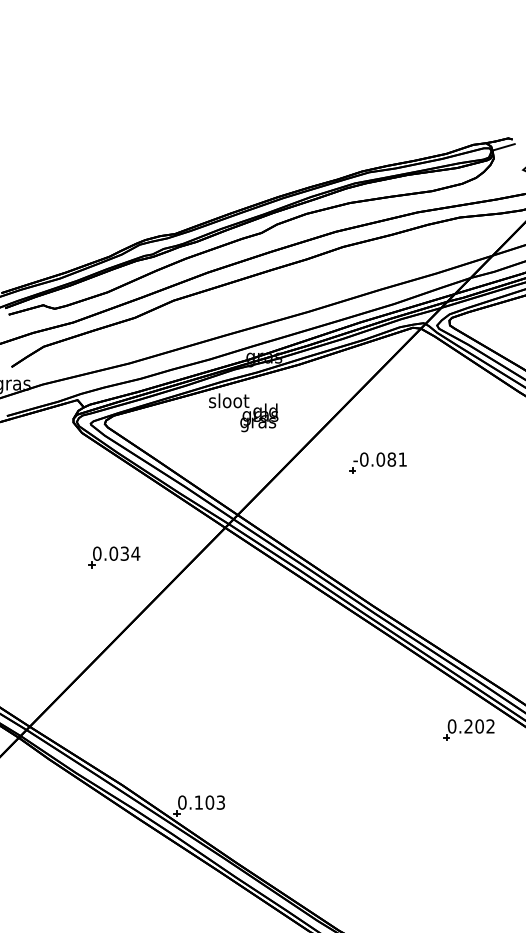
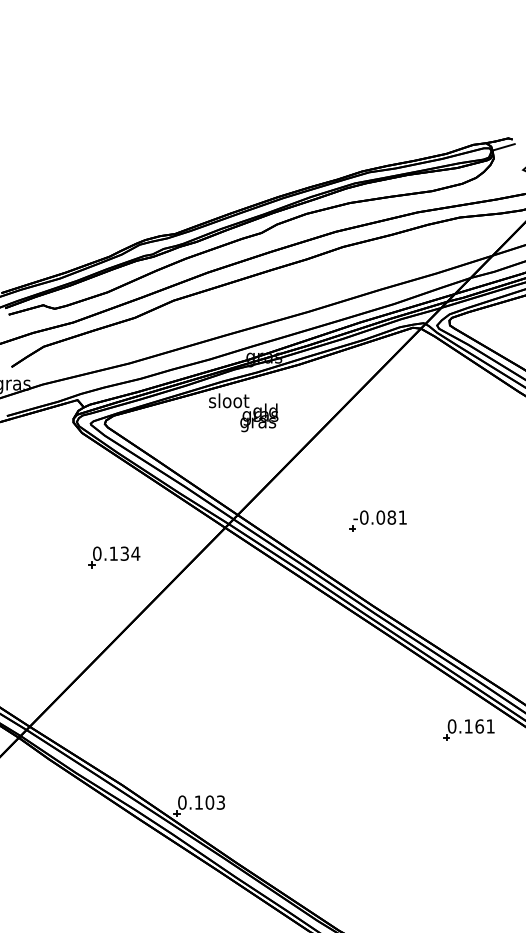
part at (377, 462) position: (377, 462) -> (377, 520)
text at (113, 553): 0.034 -> 0.134
text at (479, 726): 0.202 -> 0.161
